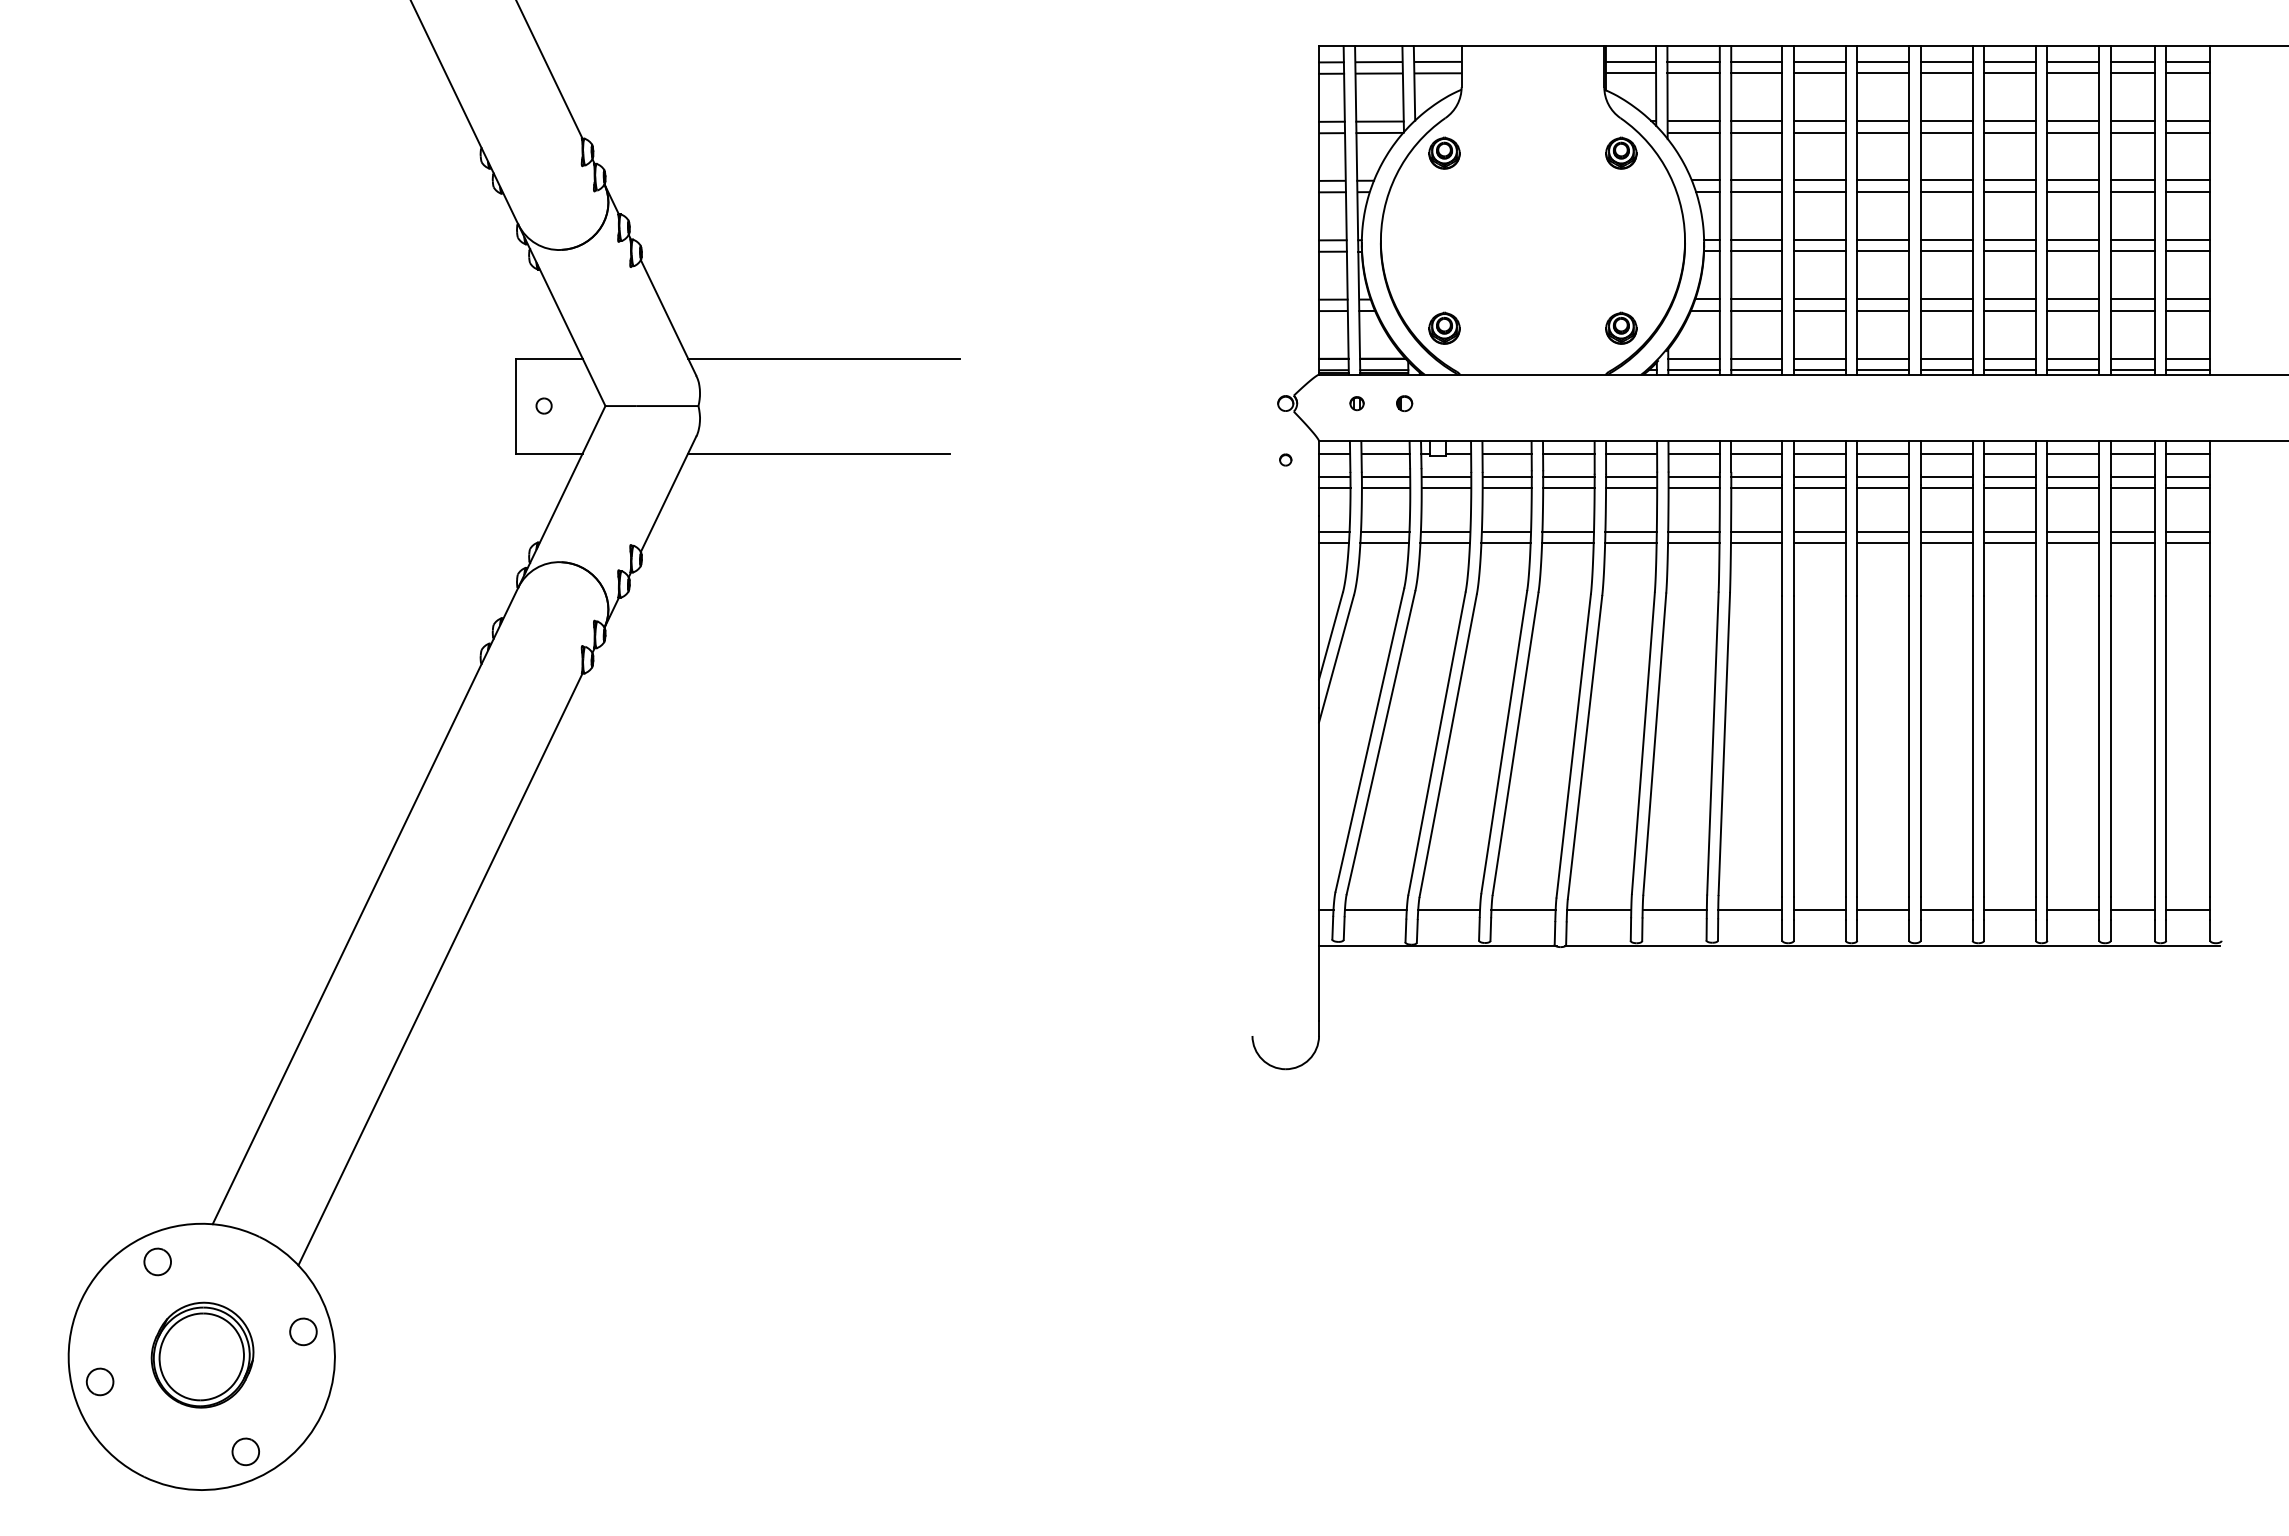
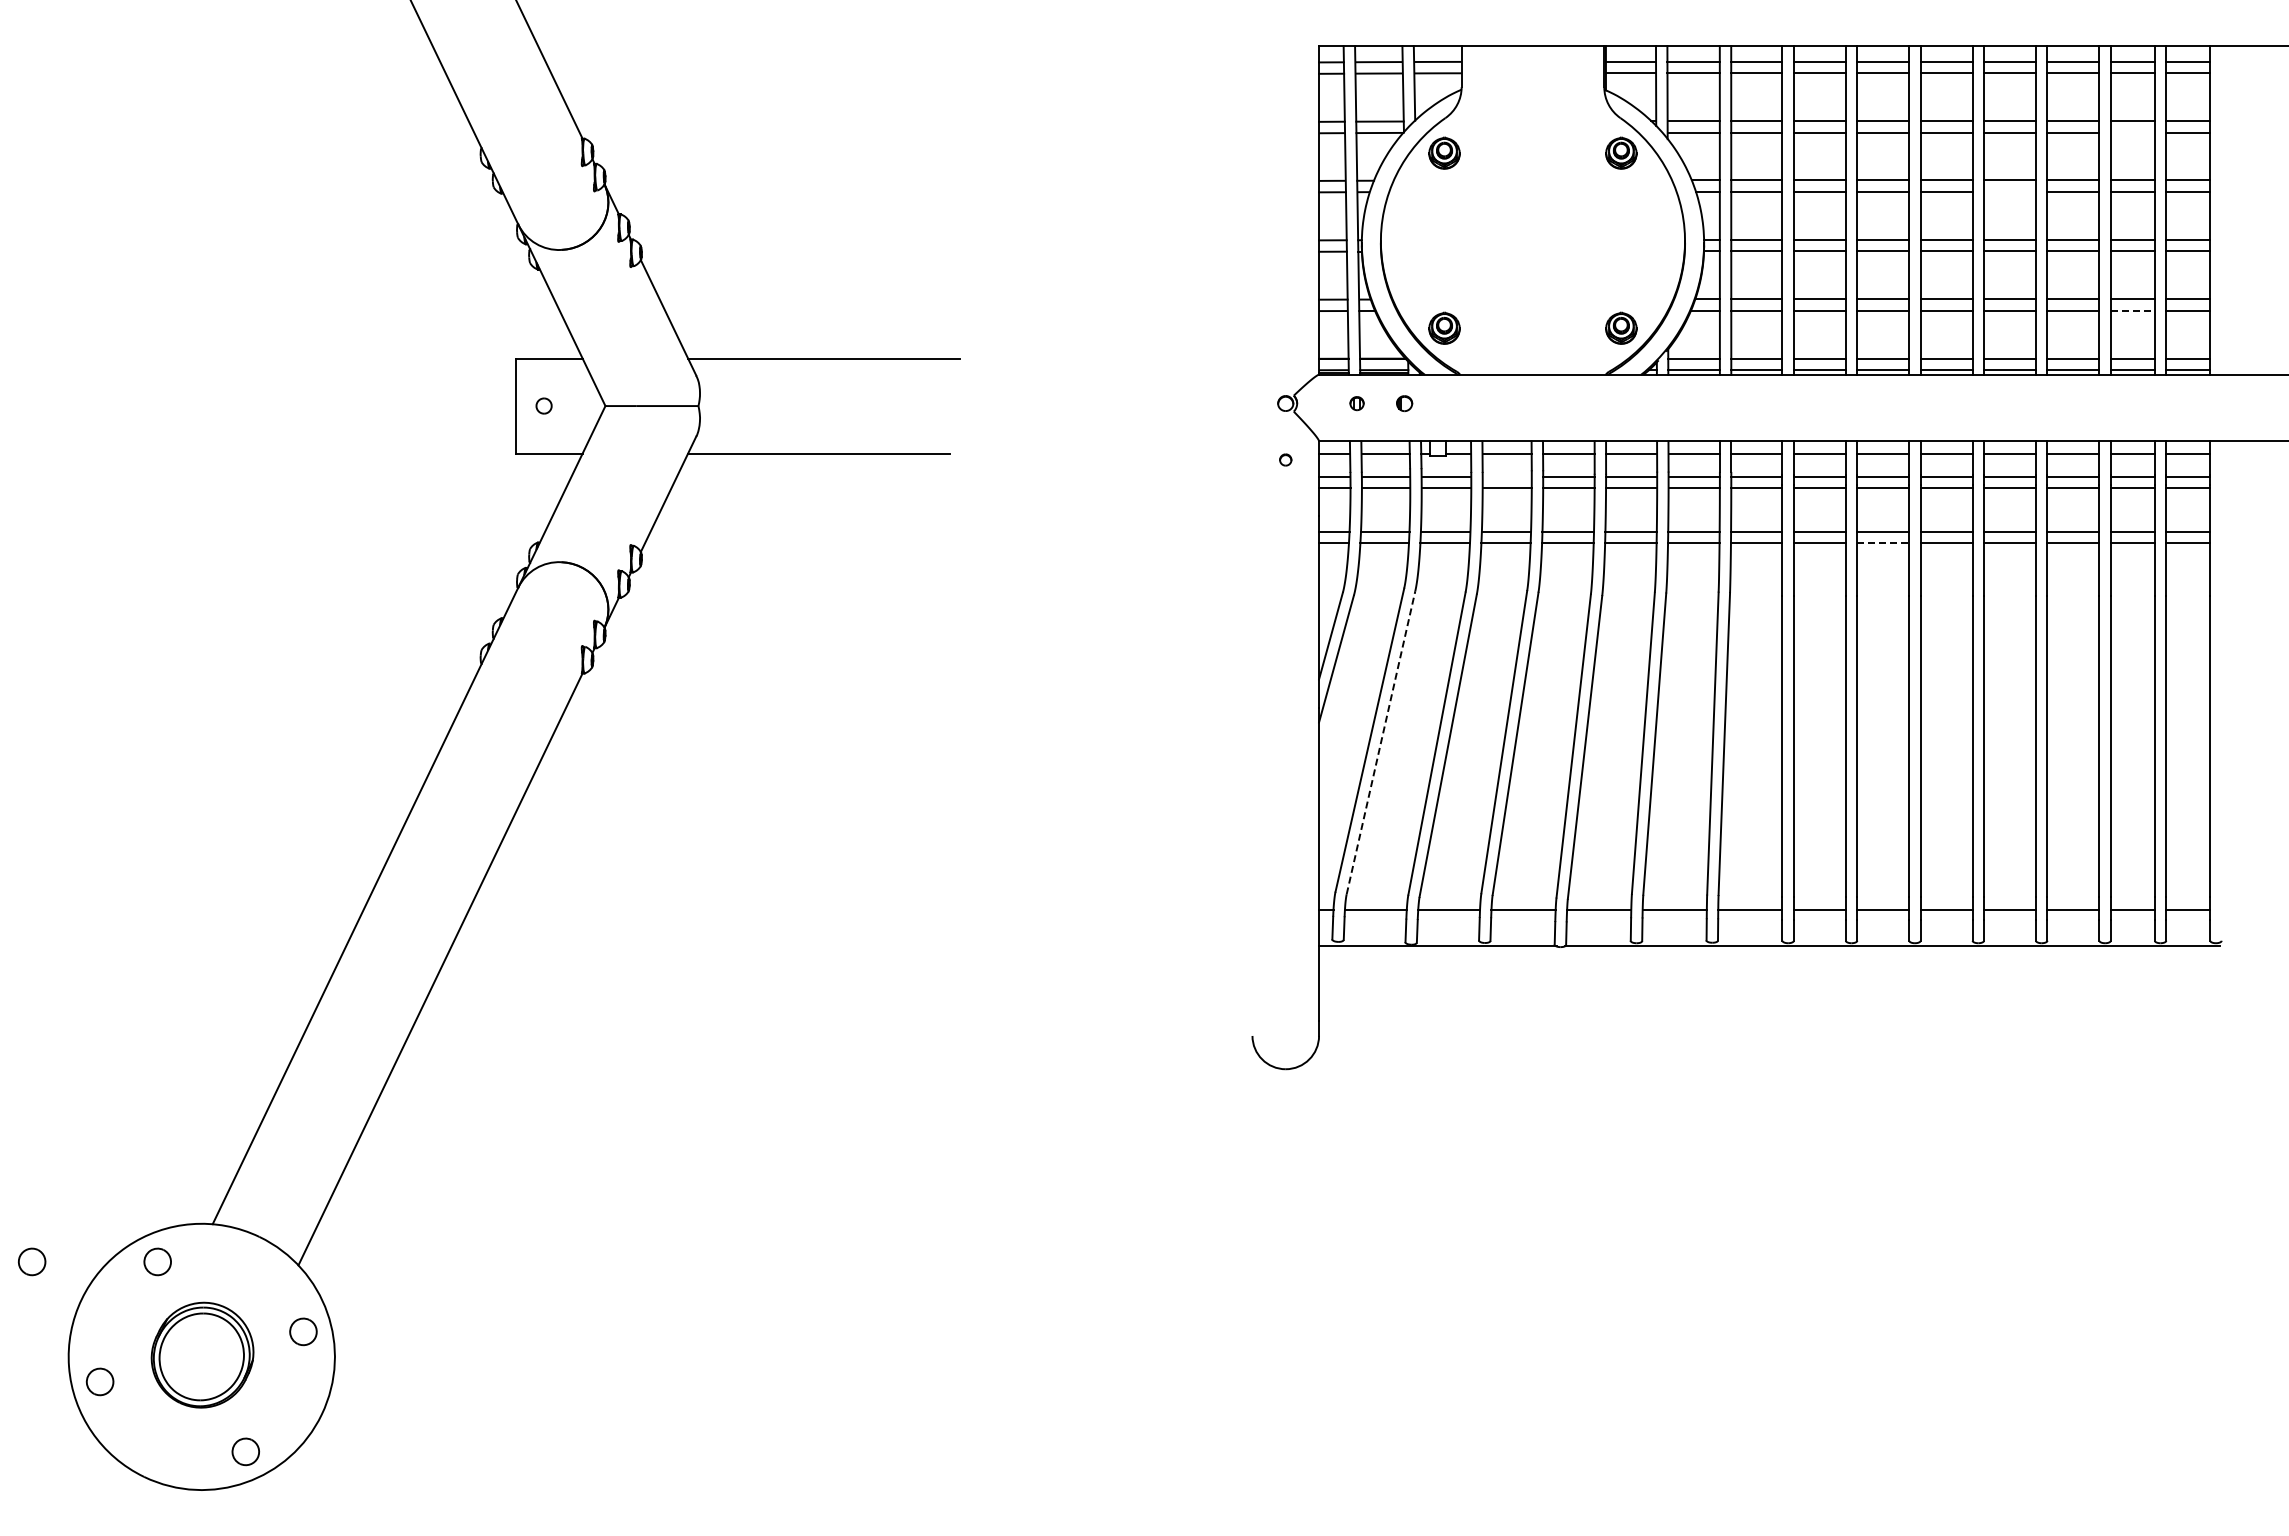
line at (2132, 132): present -> none
line at (2009, 191): present -> none
line at (2133, 310): solid -> dashed
line at (1506, 476): present -> none
line at (1883, 543): solid -> dashed
line at (1381, 742): solid -> dashed
part at (31, 1261): none -> present
